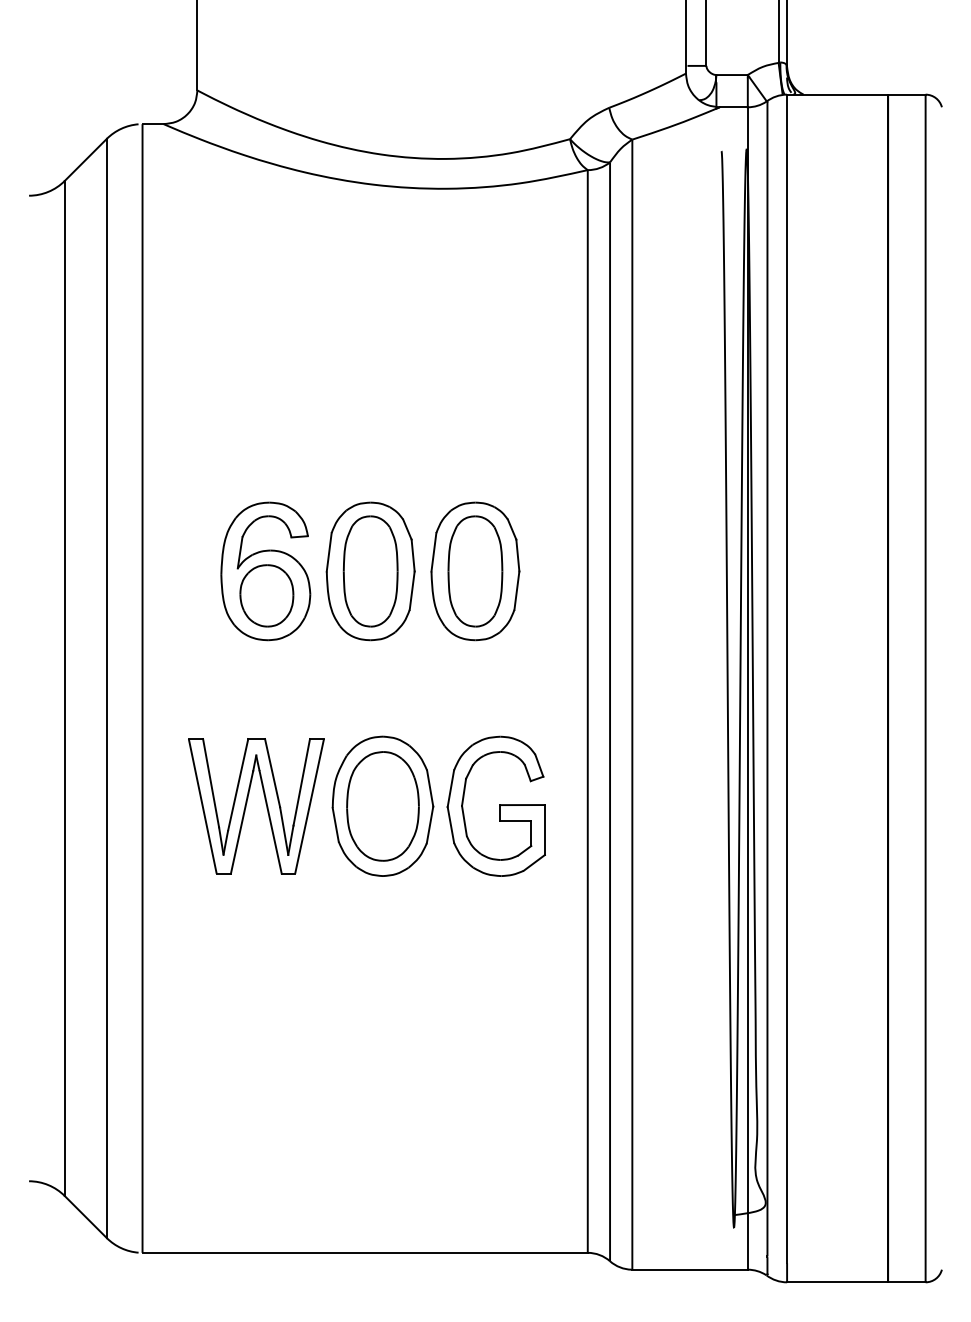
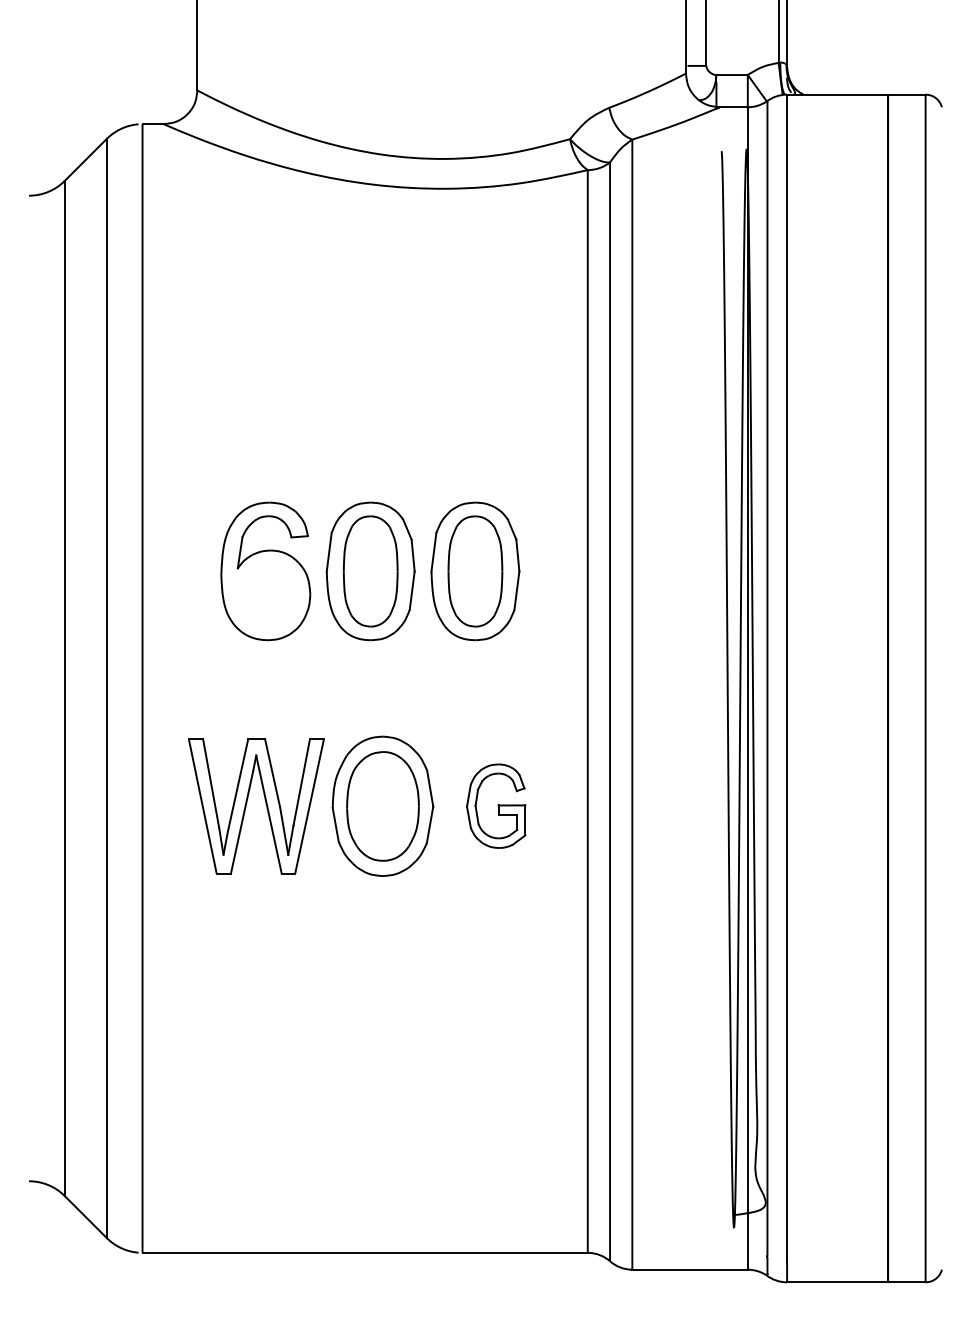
part at (266, 595): present -> none
part at (495, 805) size: 100x142 px -> 61x86 px
